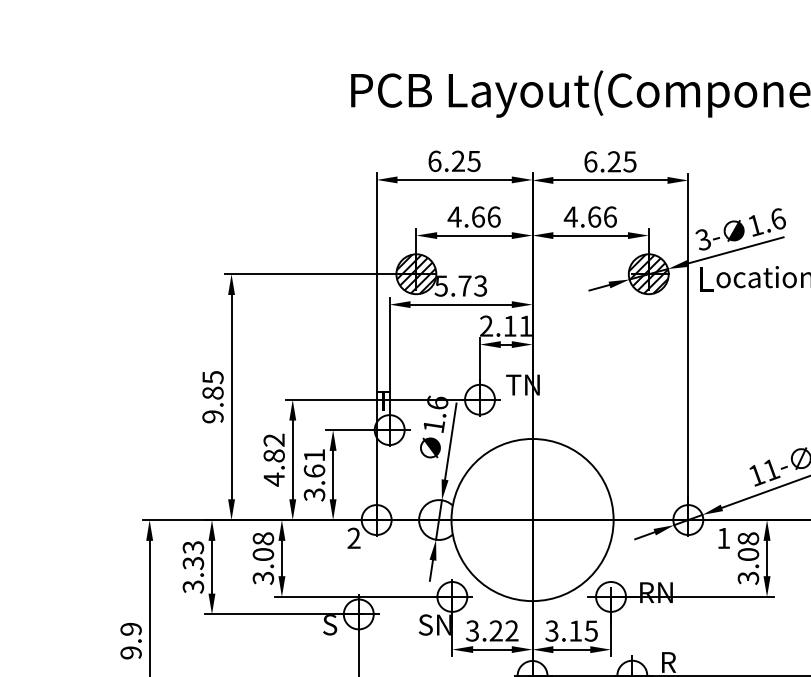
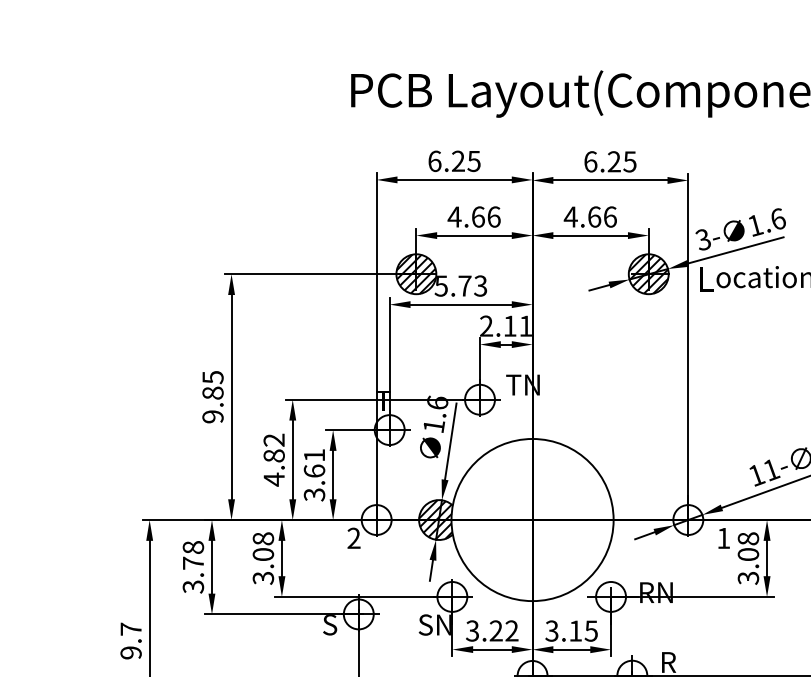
hatch at (435, 519): none -> present
text at (193, 555): 3.33 -> 3.78
text at (130, 628): 9.9 -> 9.7
